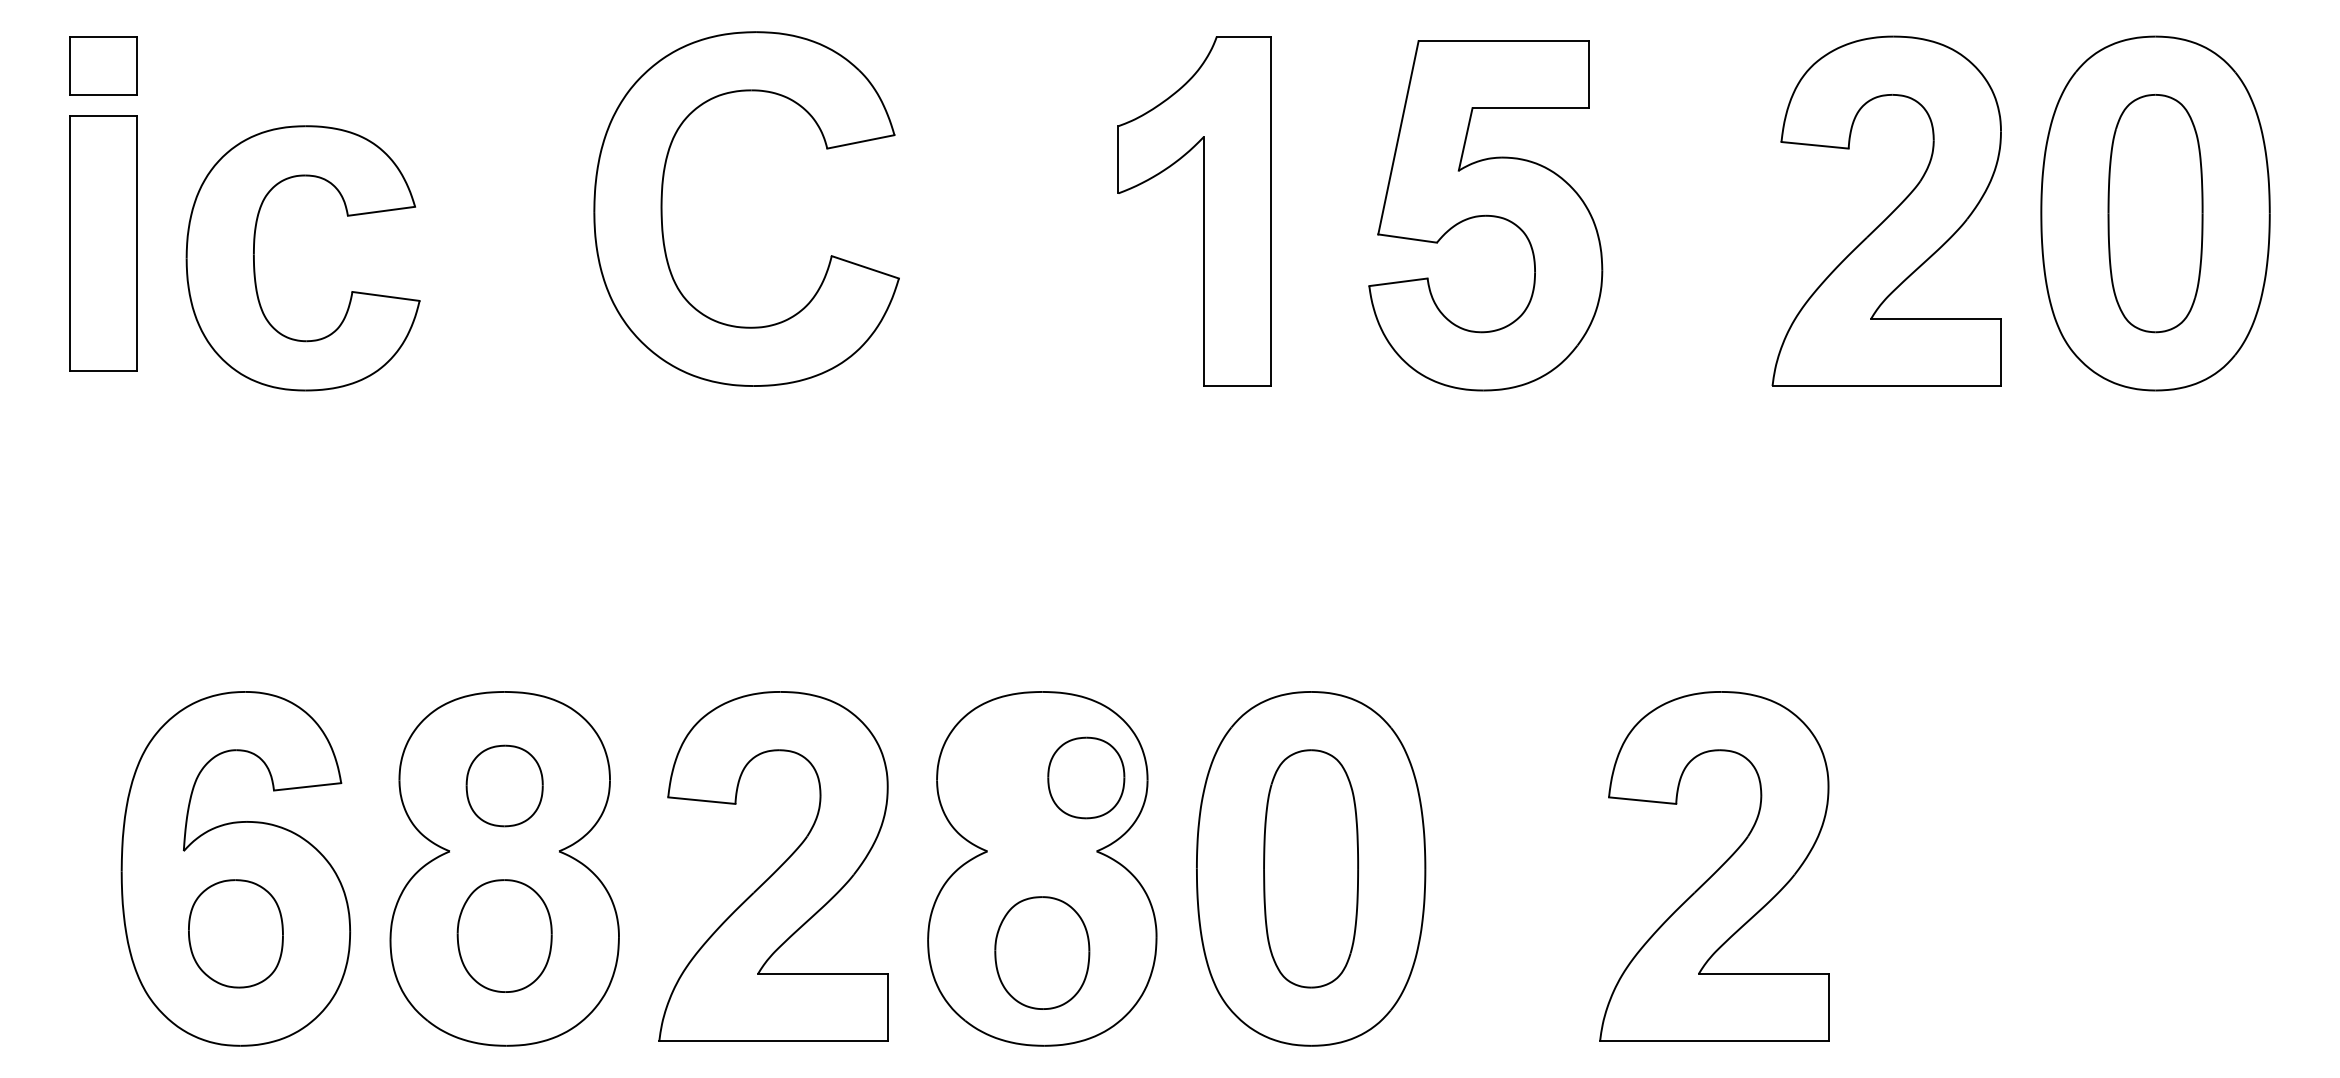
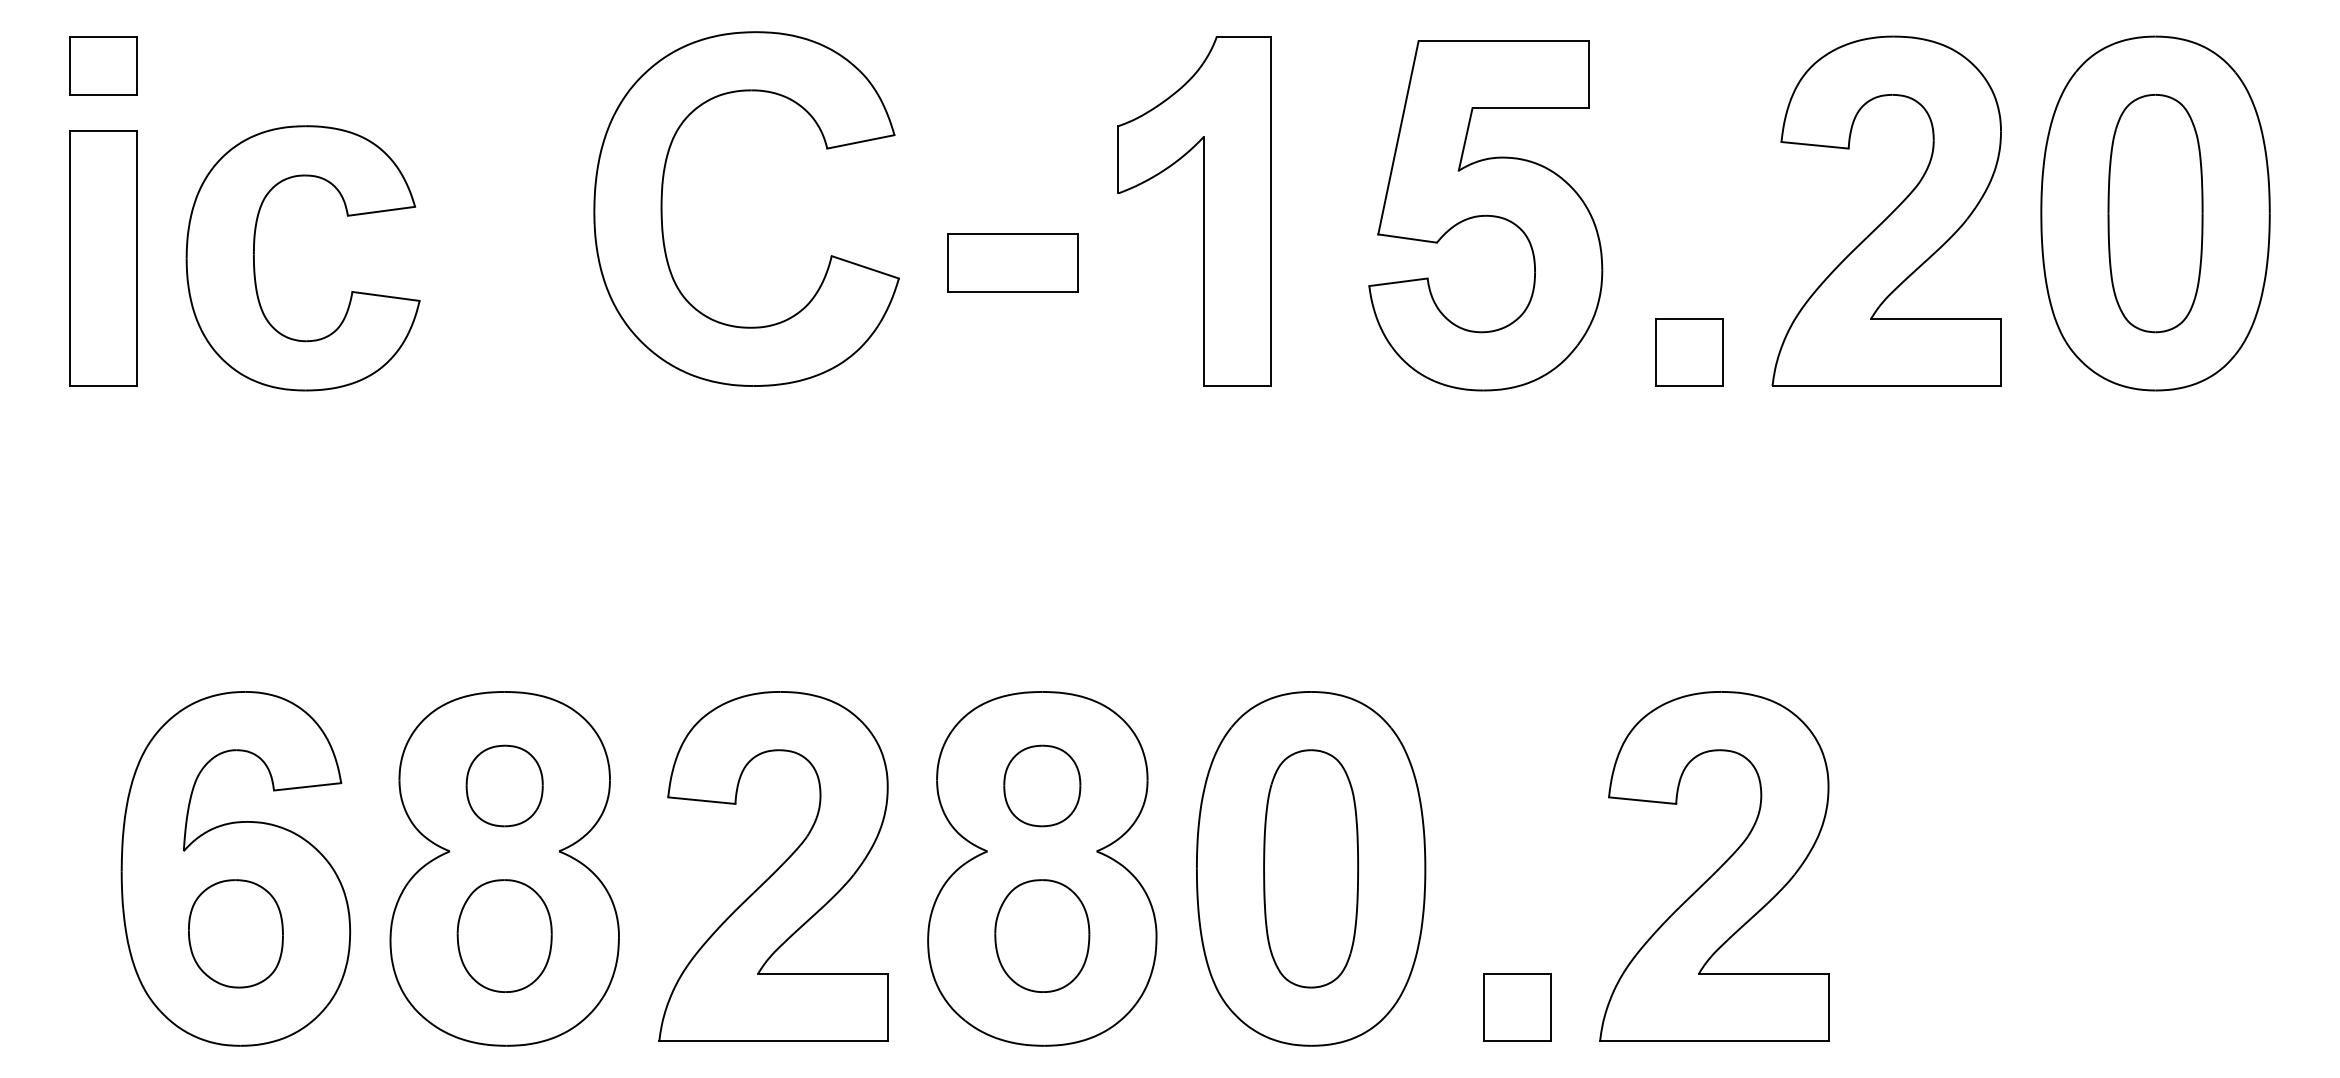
part at (103, 243) position: (103, 243) -> (103, 258)
part at (1012, 262): none -> present
part at (1689, 352): none -> present
part at (1086, 777) position: (1086, 777) -> (1042, 785)
part at (1042, 952) position: (1042, 952) -> (1042, 935)
part at (1517, 1007): none -> present
